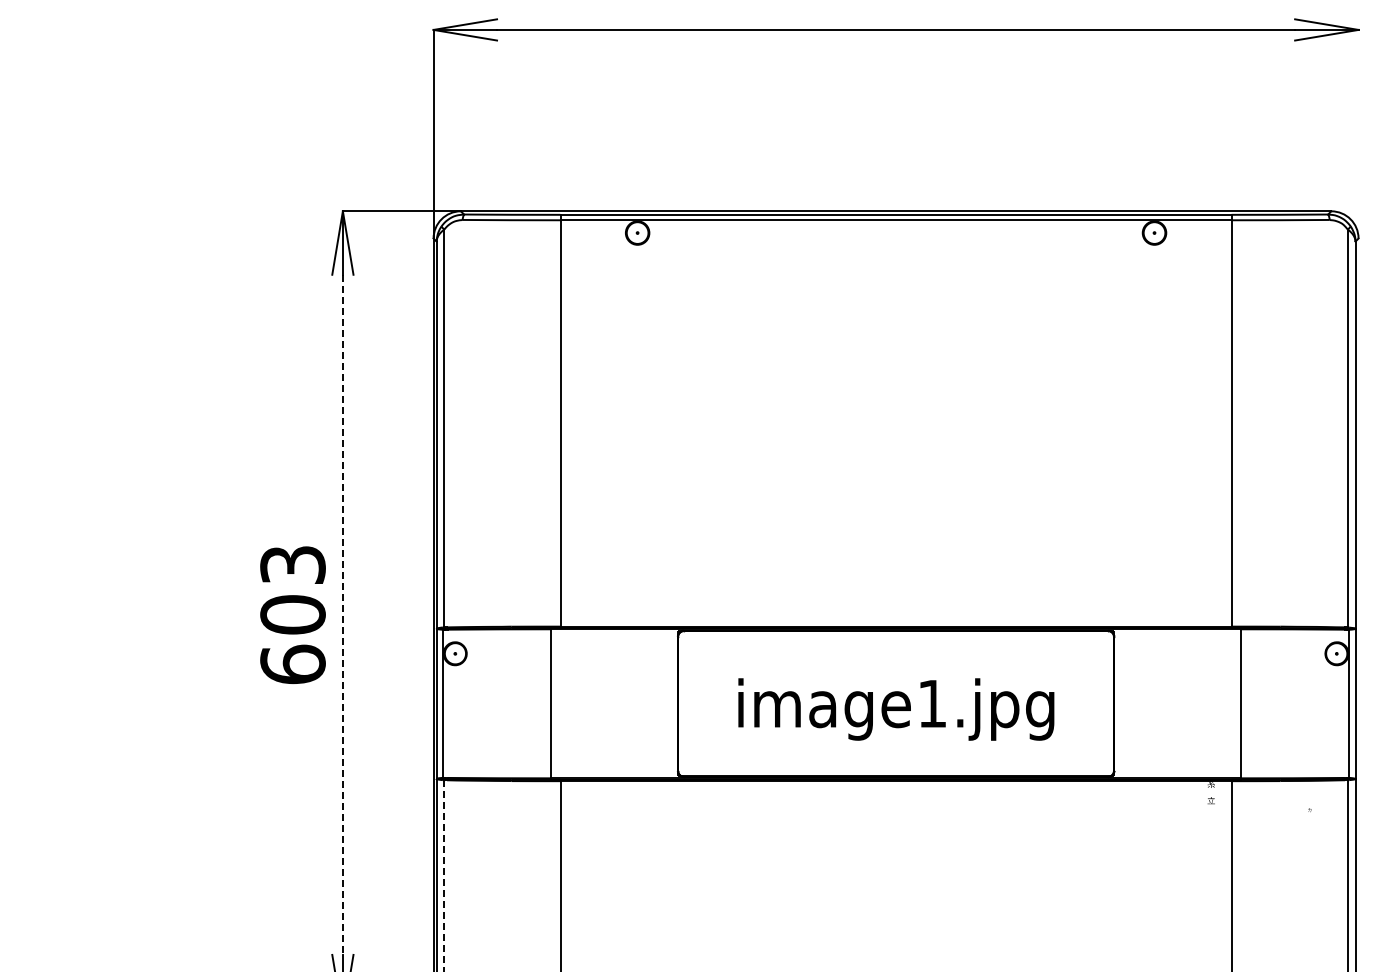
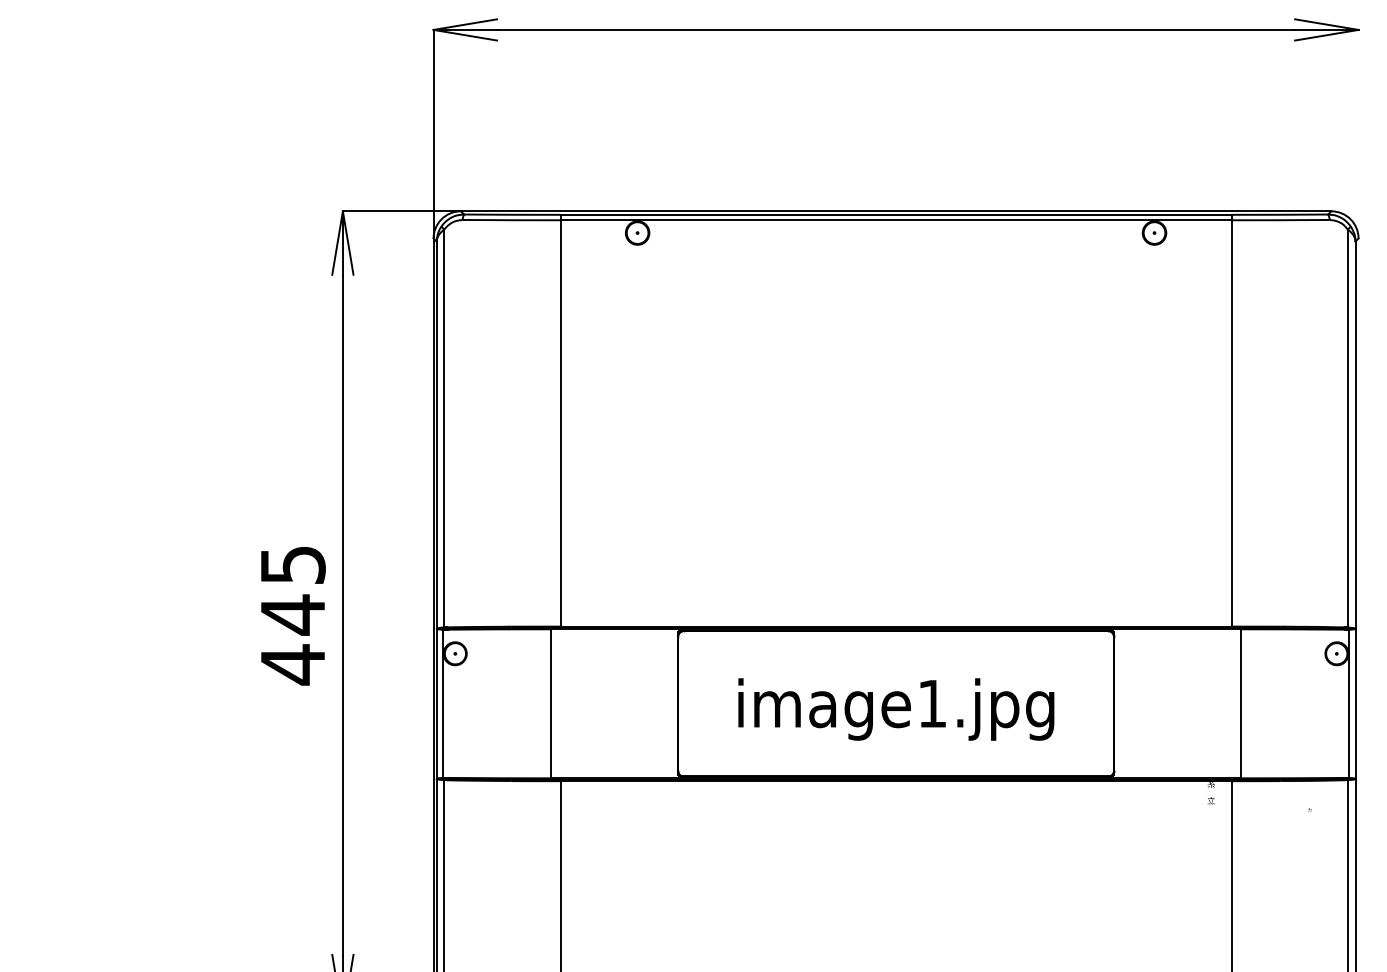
text at (292, 615): 603 -> 445
line at (342, 615): dashed -> solid
line at (444, 876): dashed -> solid
